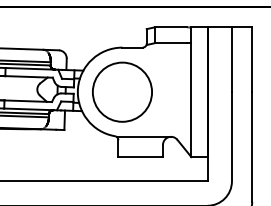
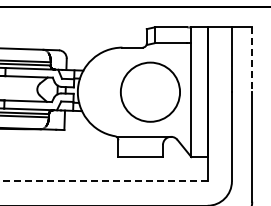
line at (252, 60): solid -> dashed
circle at (122, 91) position: (122, 91) -> (150, 91)
line at (103, 181): solid -> dashed
